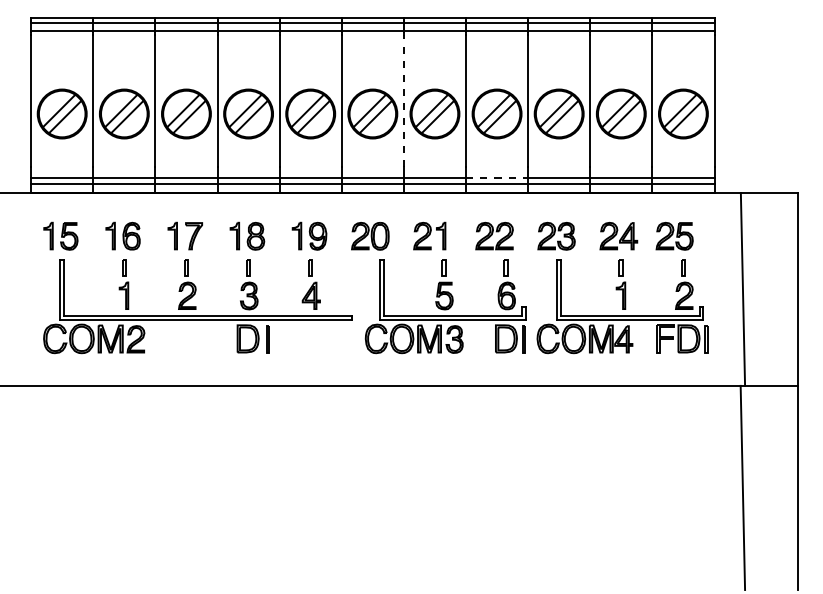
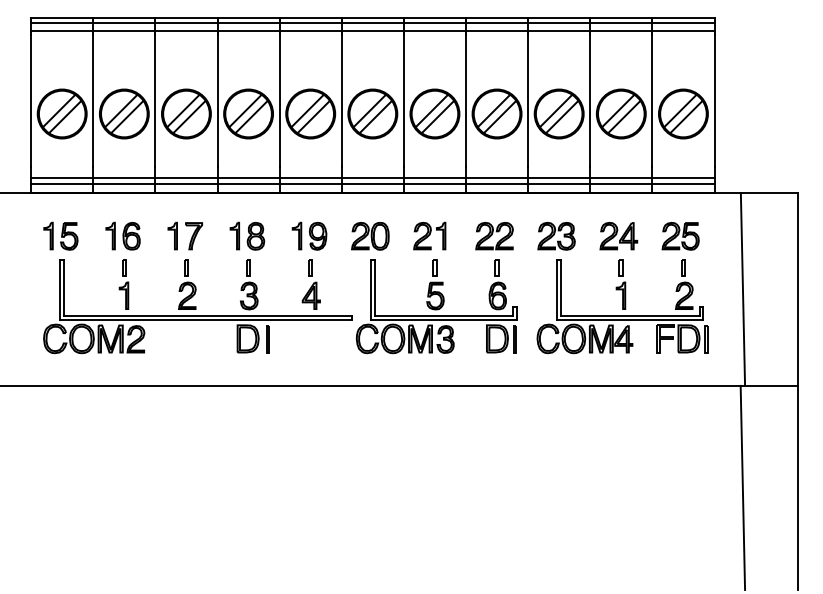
line at (403, 101): dashed -> solid
line at (497, 177): dashed -> solid
part at (674, 235) position: (674, 235) -> (680, 235)
part at (445, 306) position: (445, 306) -> (436, 306)
